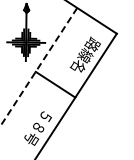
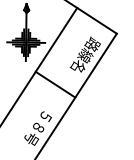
line at (38, 67): dashed -> solid
